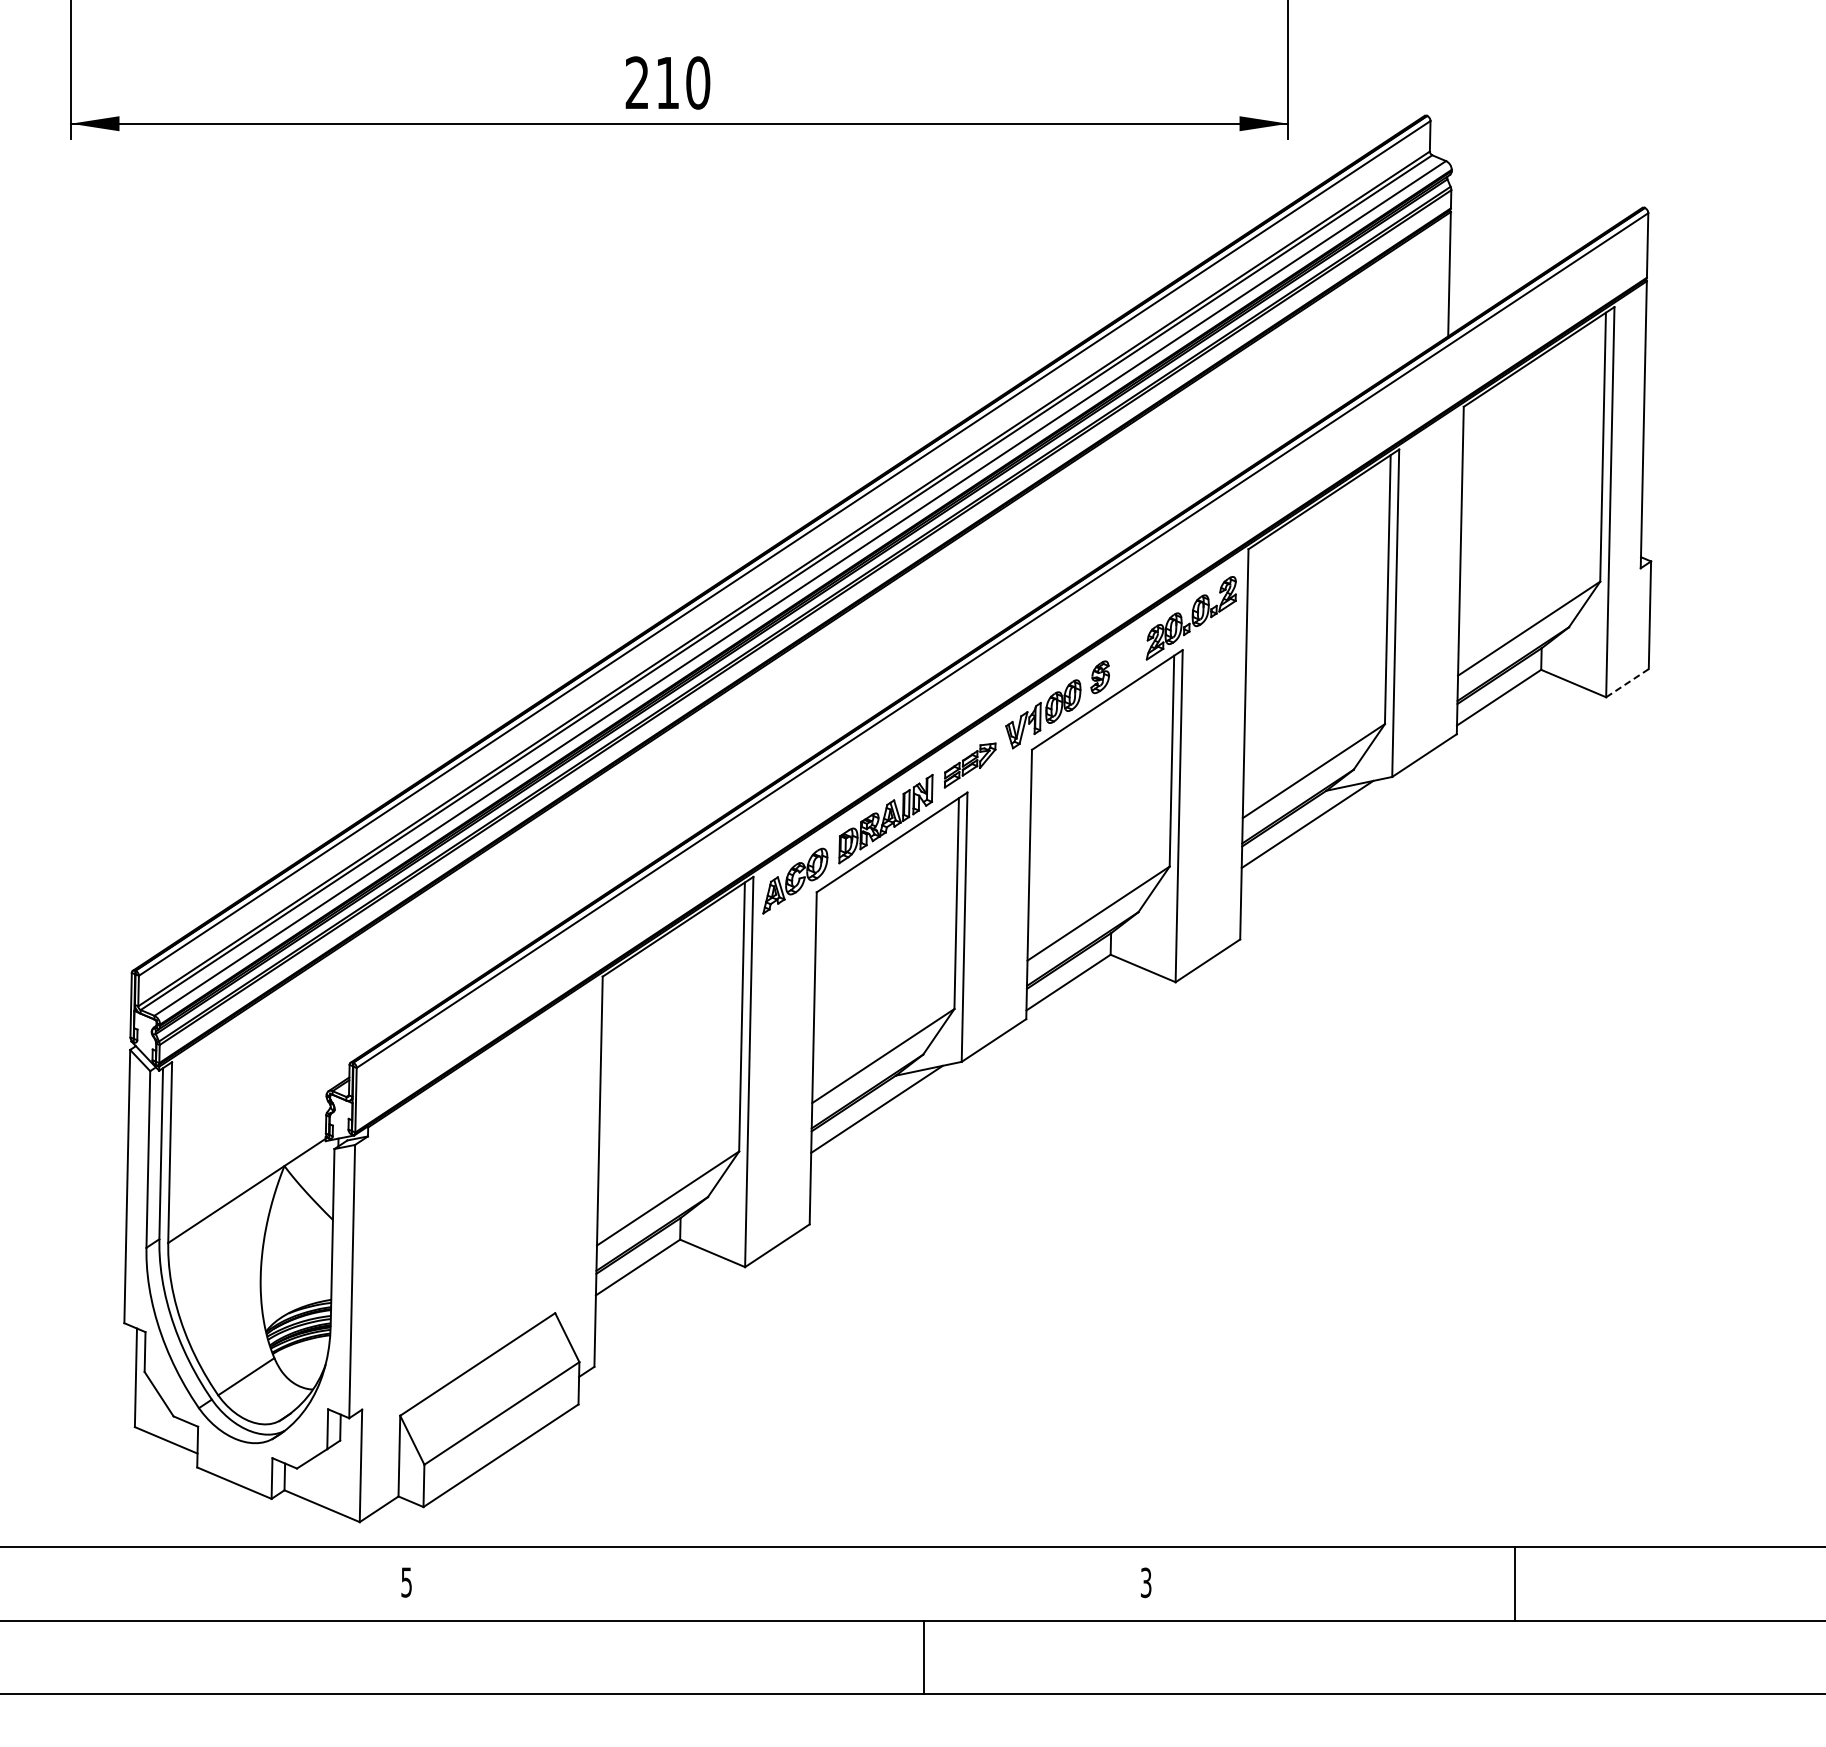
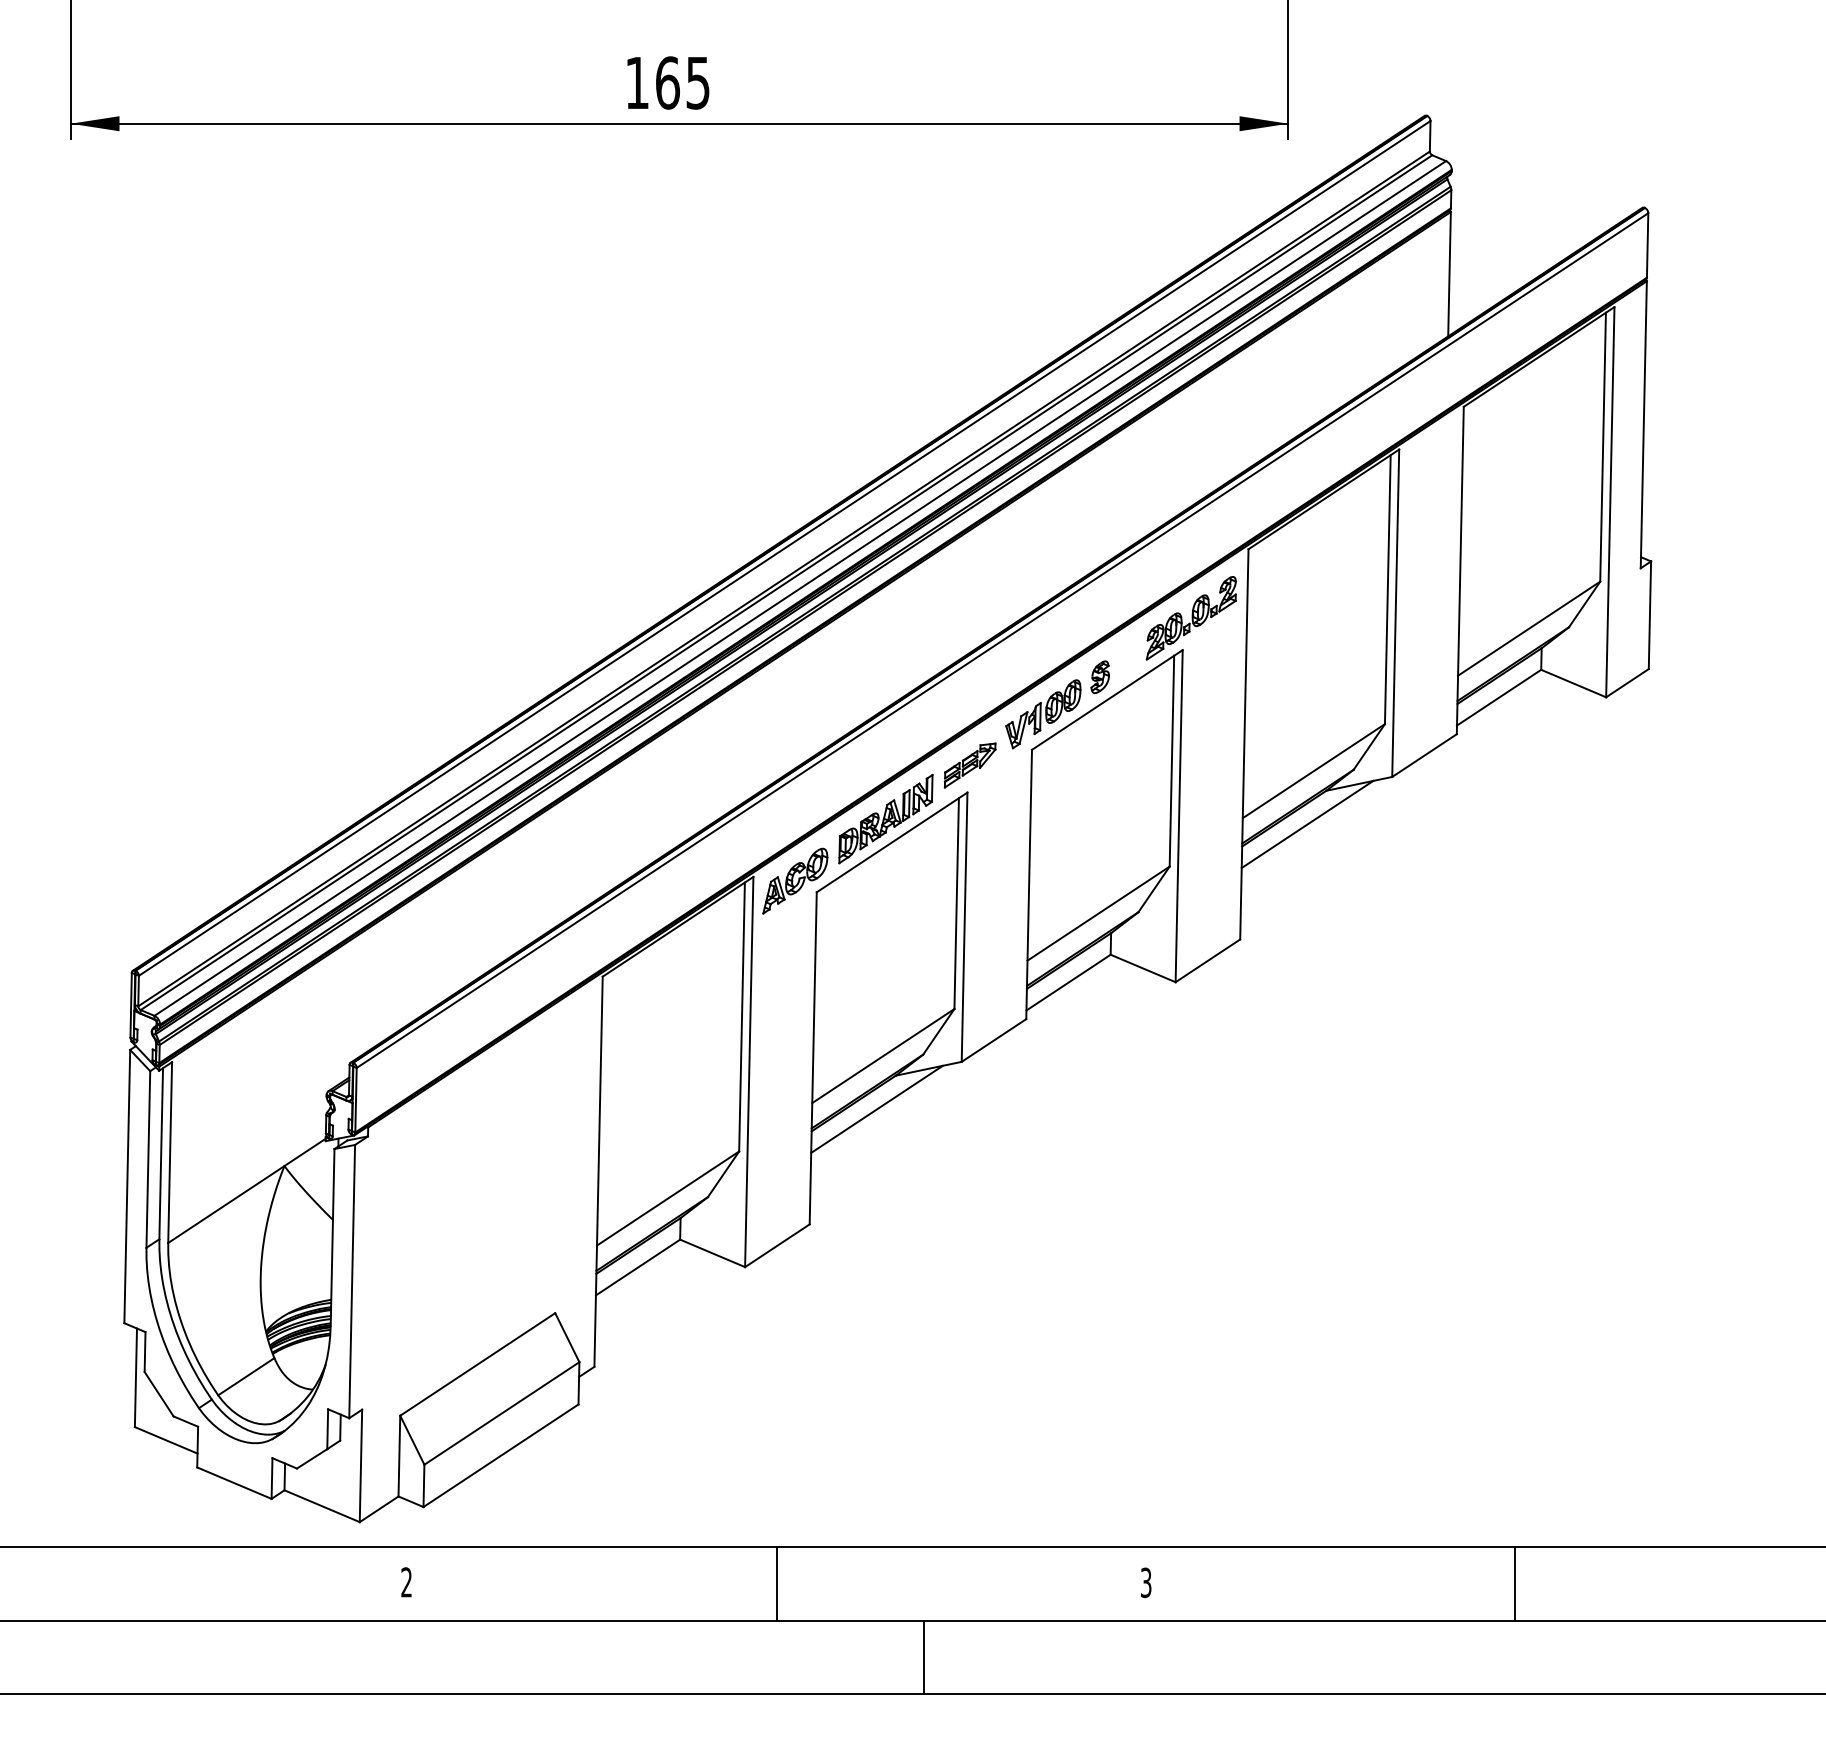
text at (667, 82): 210 -> 165
line at (1627, 683): dashed -> solid
text at (406, 1582): 5 -> 2
line at (776, 1583): none -> present
